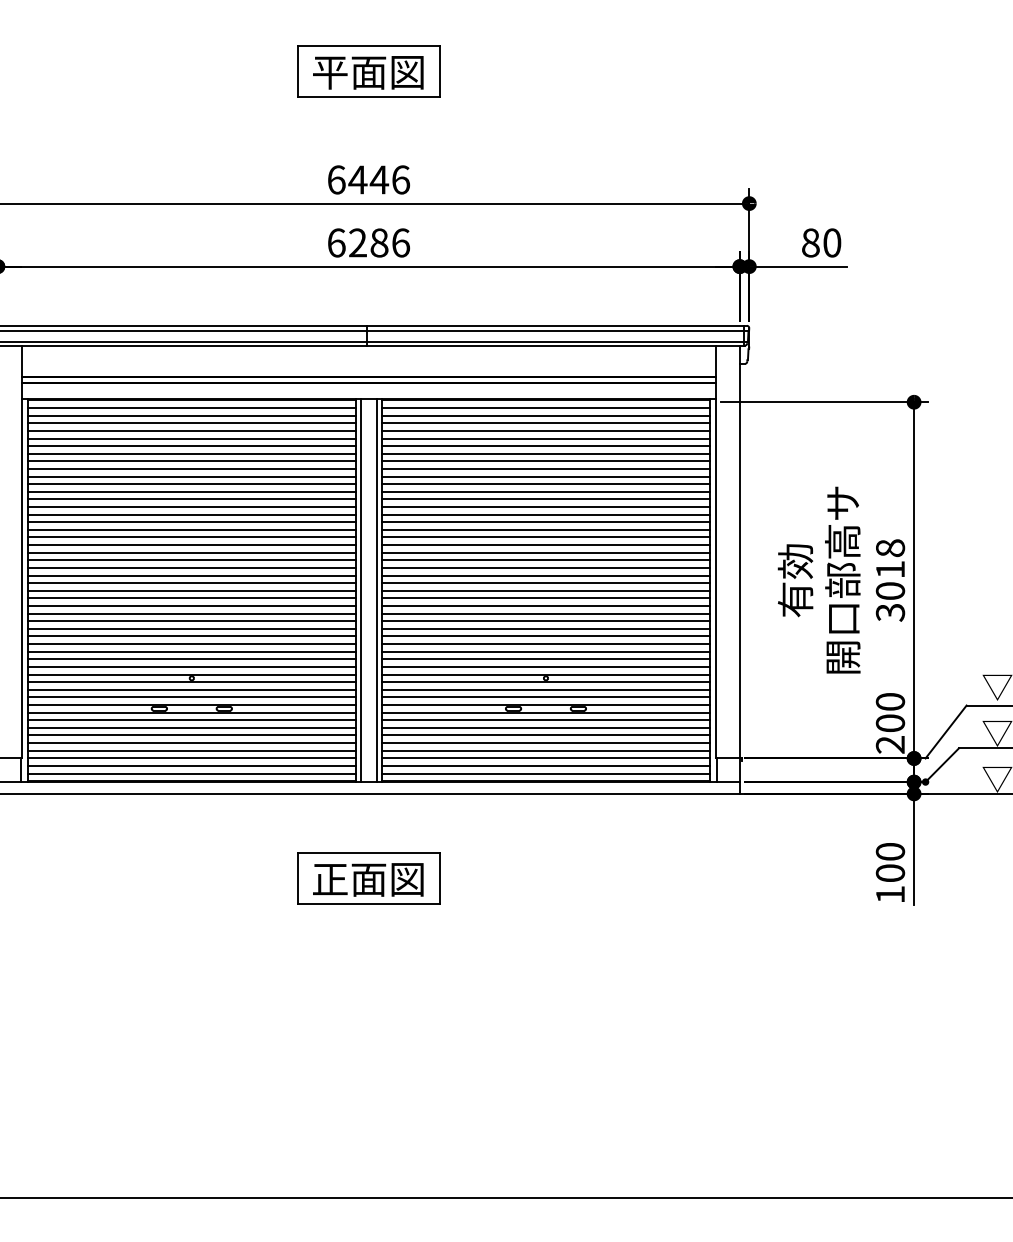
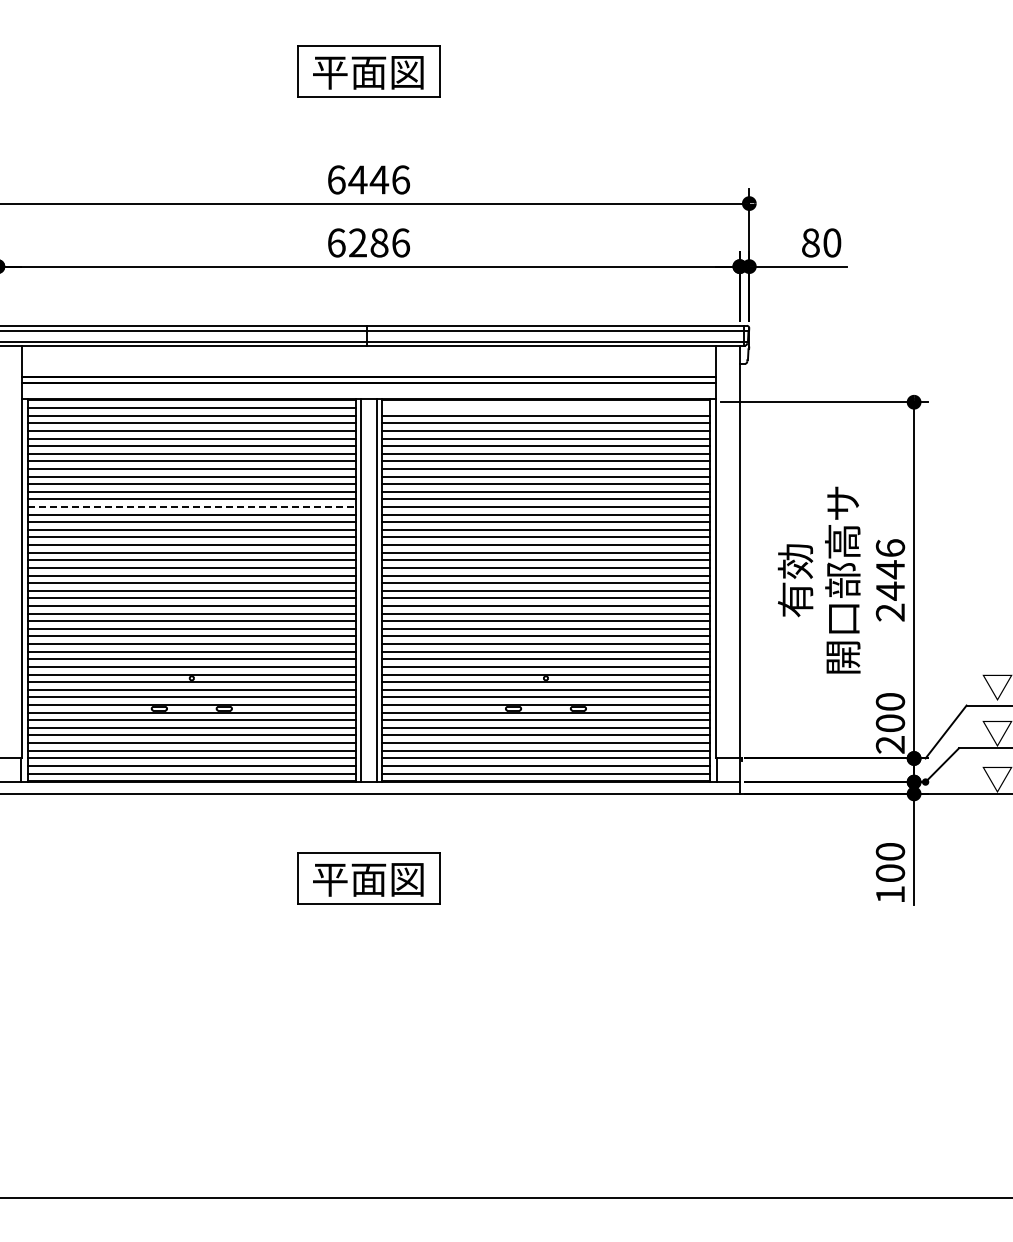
line at (546, 408): present -> none
line at (191, 507): solid -> dashed
text at (890, 580): 3018 -> 2446
text at (330, 879): 正面図 -> 平面図
